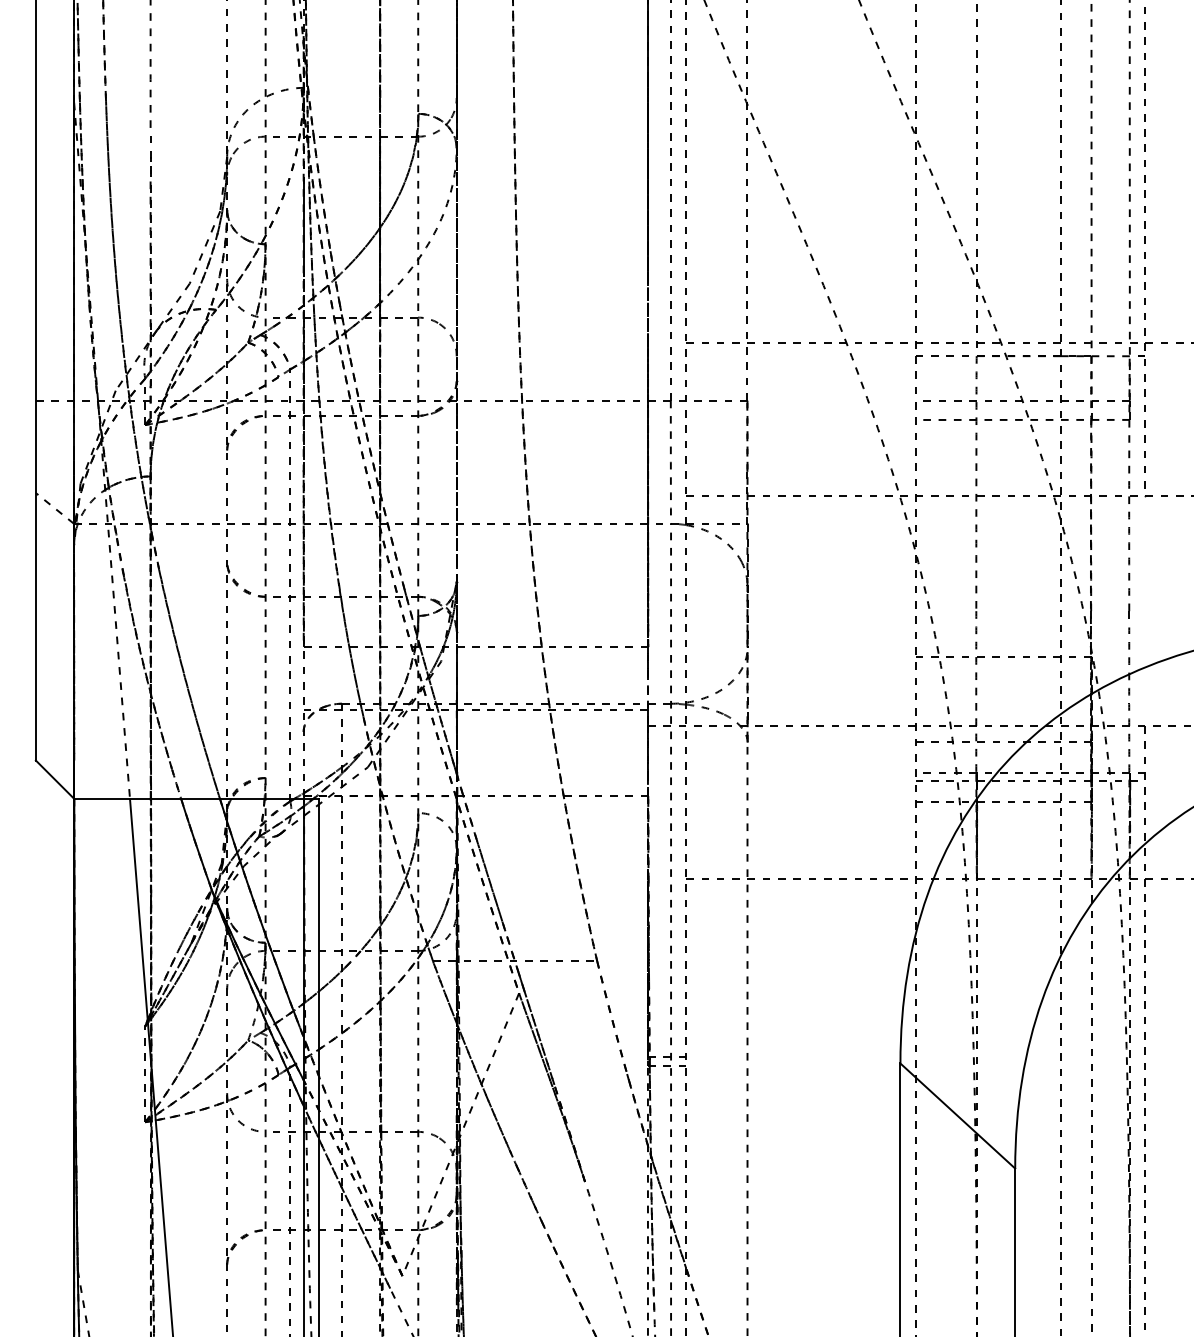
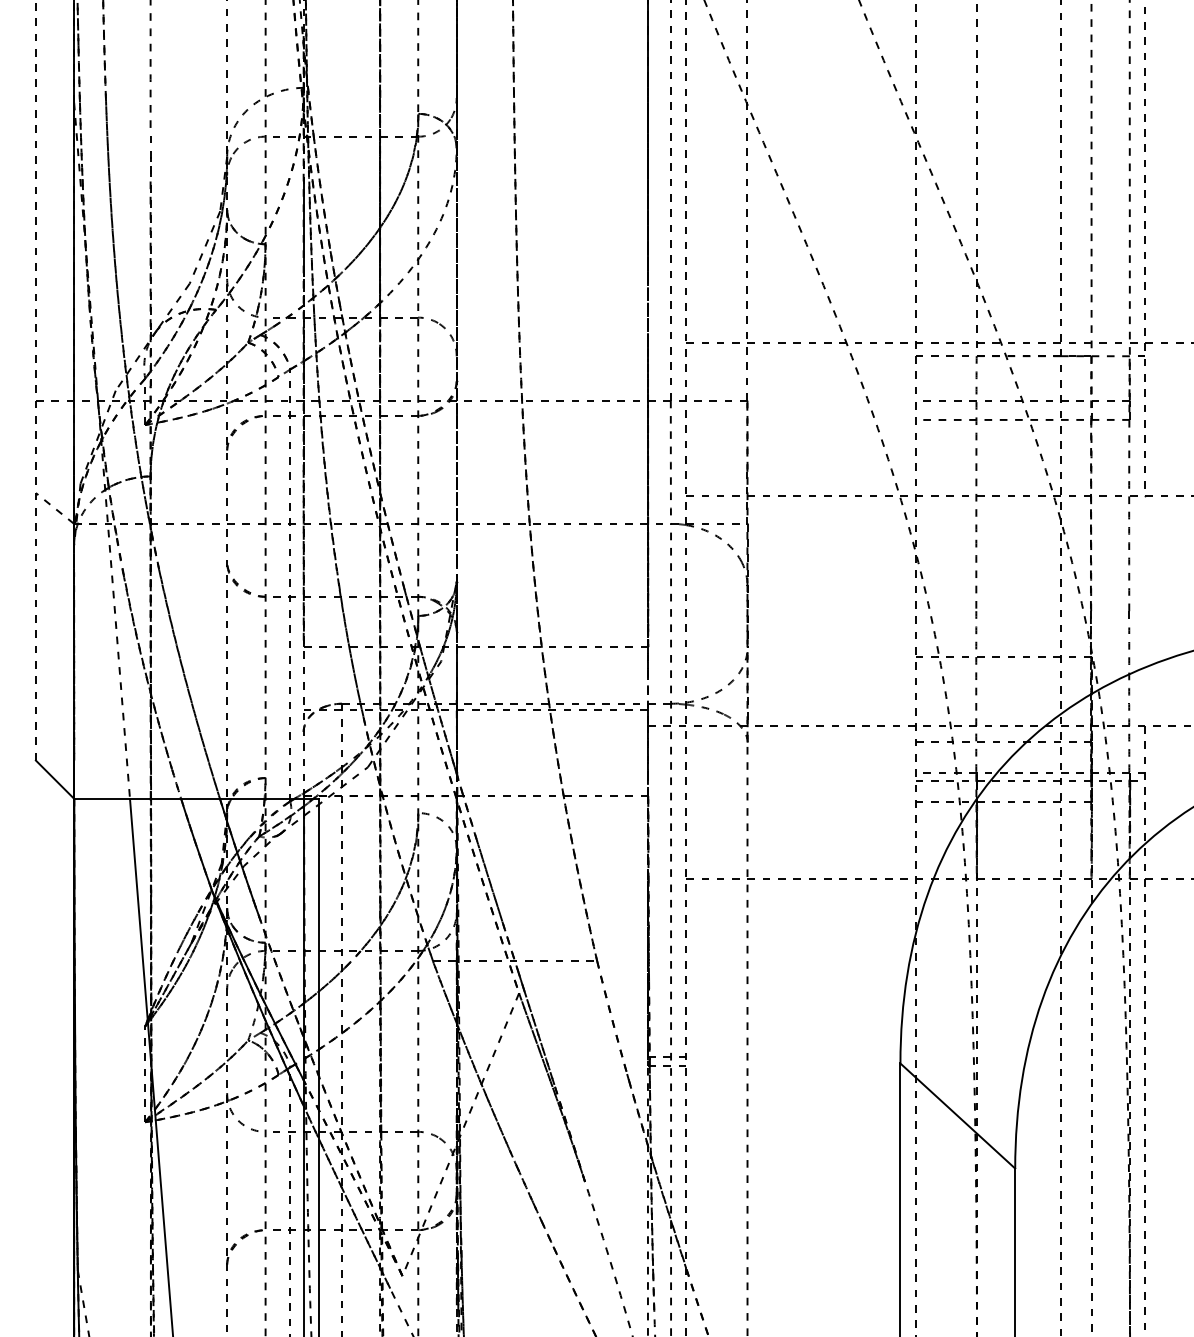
line at (35, 380): solid -> dashed
arc at (279, 972): solid -> dashed
